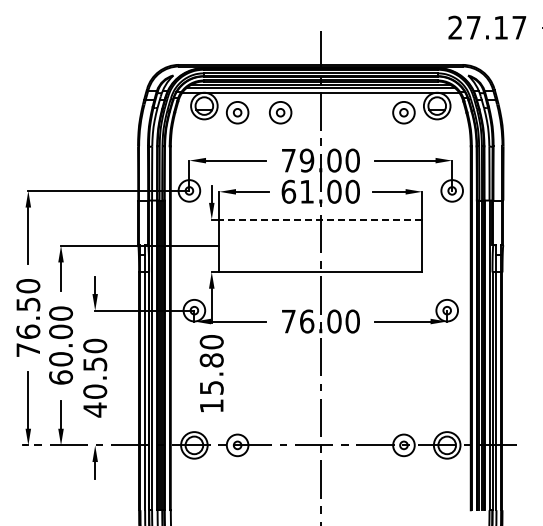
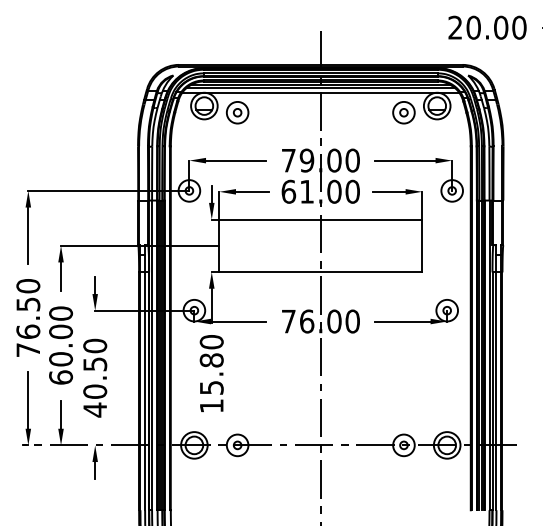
text at (496, 27): 27.17 -> 20.00
part at (280, 112): present -> none
line at (320, 219): dashed -> solid
